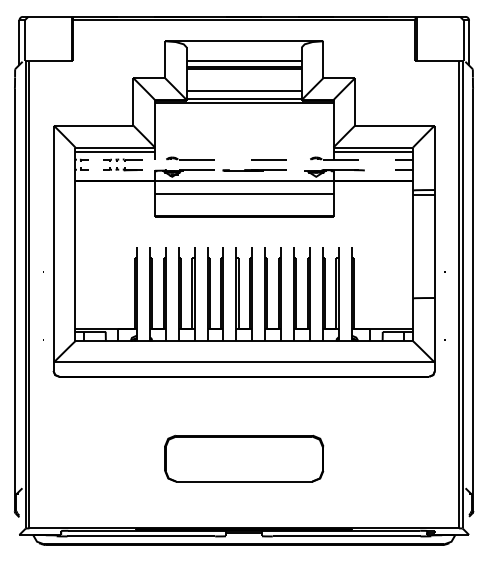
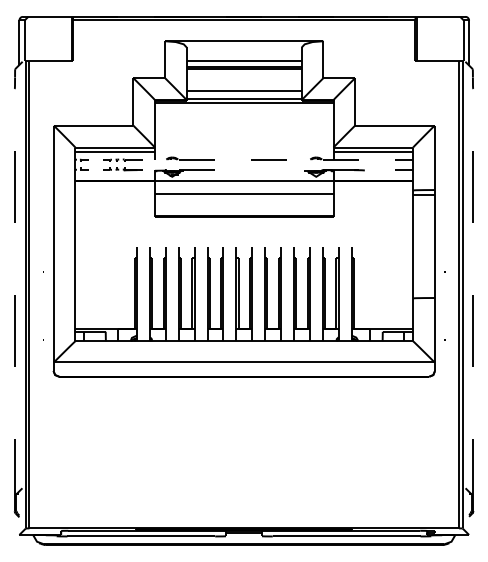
line at (254, 170): present -> none
line at (14, 299): solid -> dashed
line at (473, 299): solid -> dashed
part at (244, 458): present -> none
